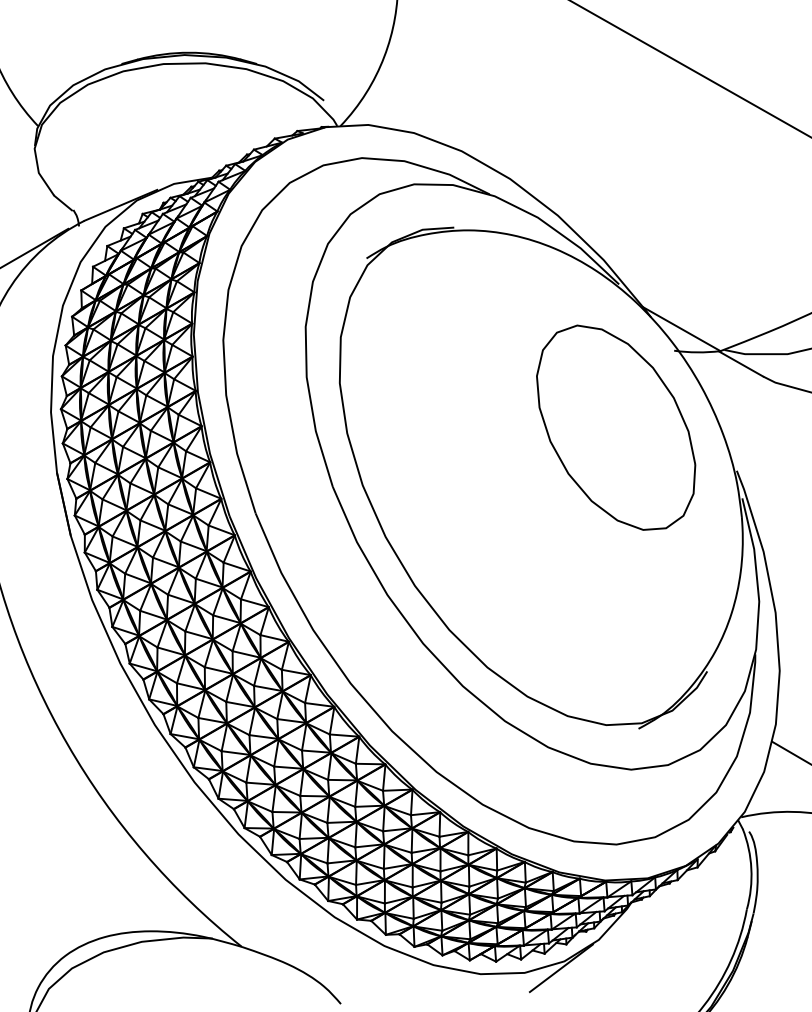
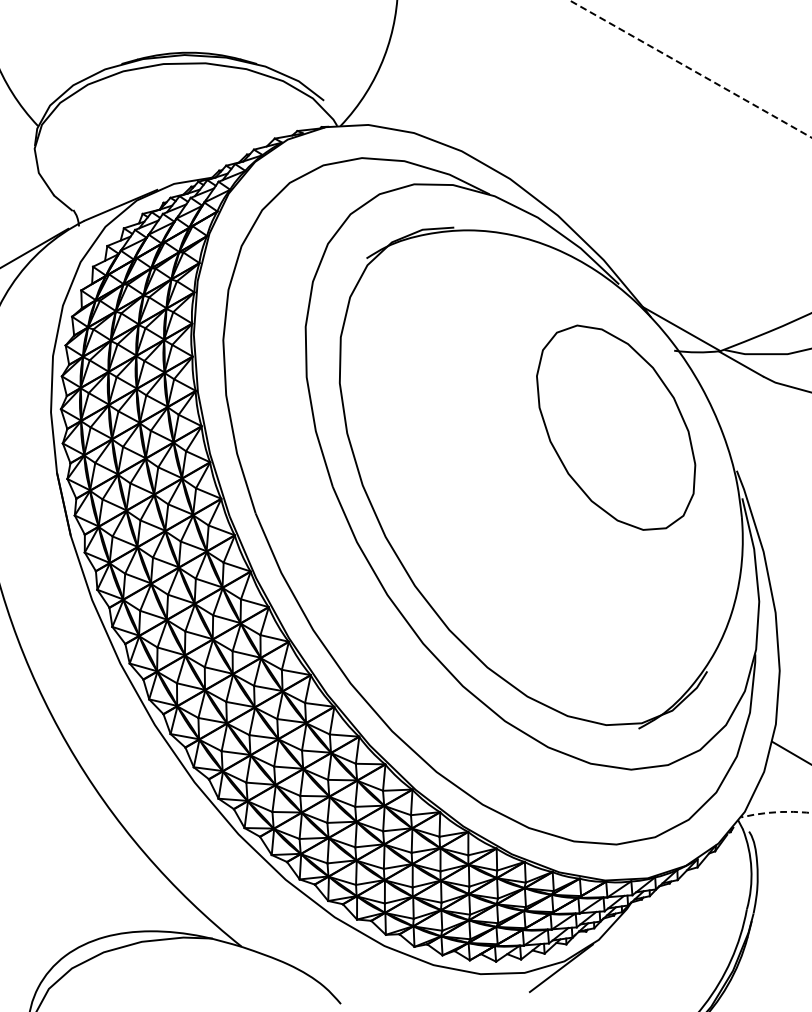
line at (690, 68): solid -> dashed
arc at (776, 812): solid -> dashed
